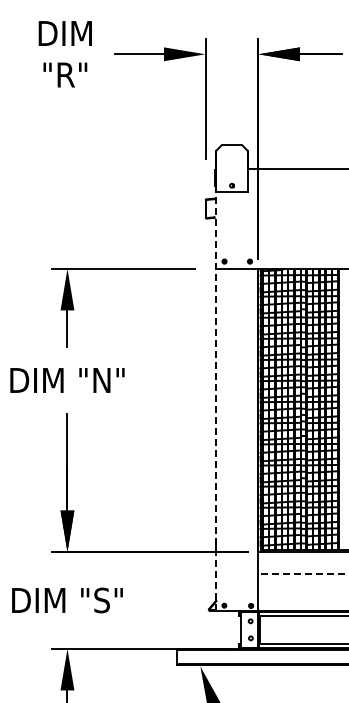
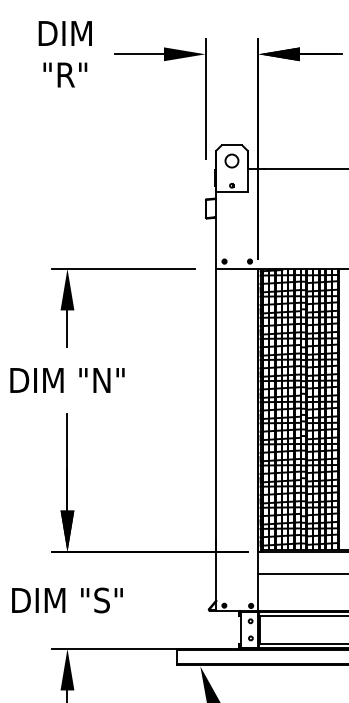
circle at (231, 160): none -> present
line at (216, 390): dashed -> solid
line at (303, 574): dashed -> solid
